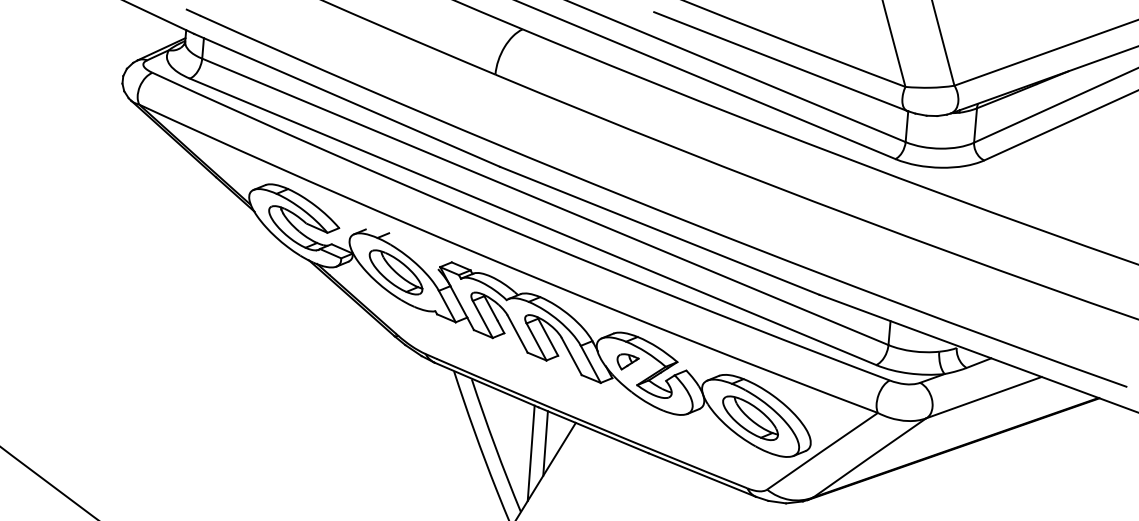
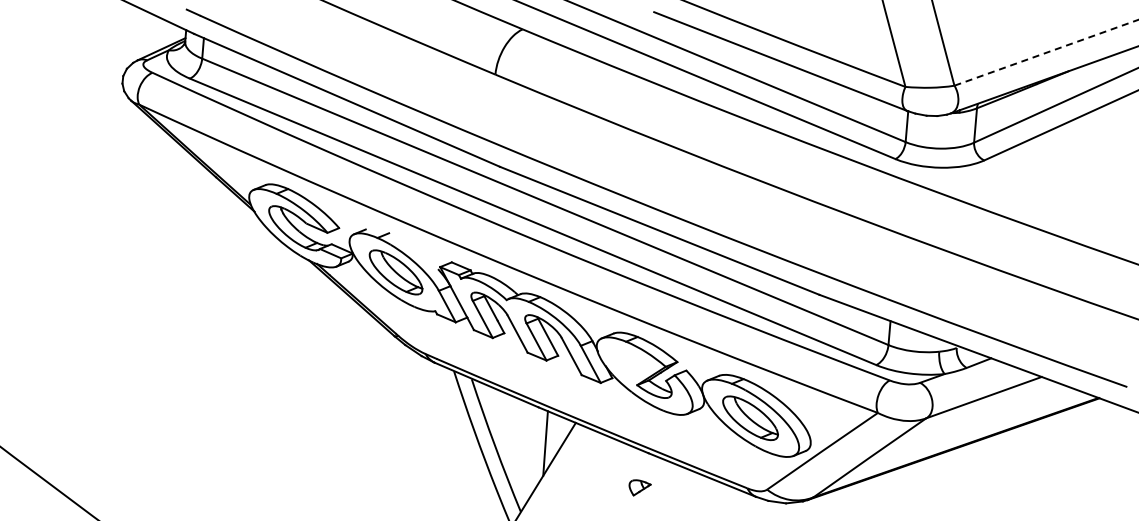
line at (1046, 52): solid -> dashed
part at (627, 361) position: (627, 361) -> (639, 487)
line at (530, 453): present -> none
